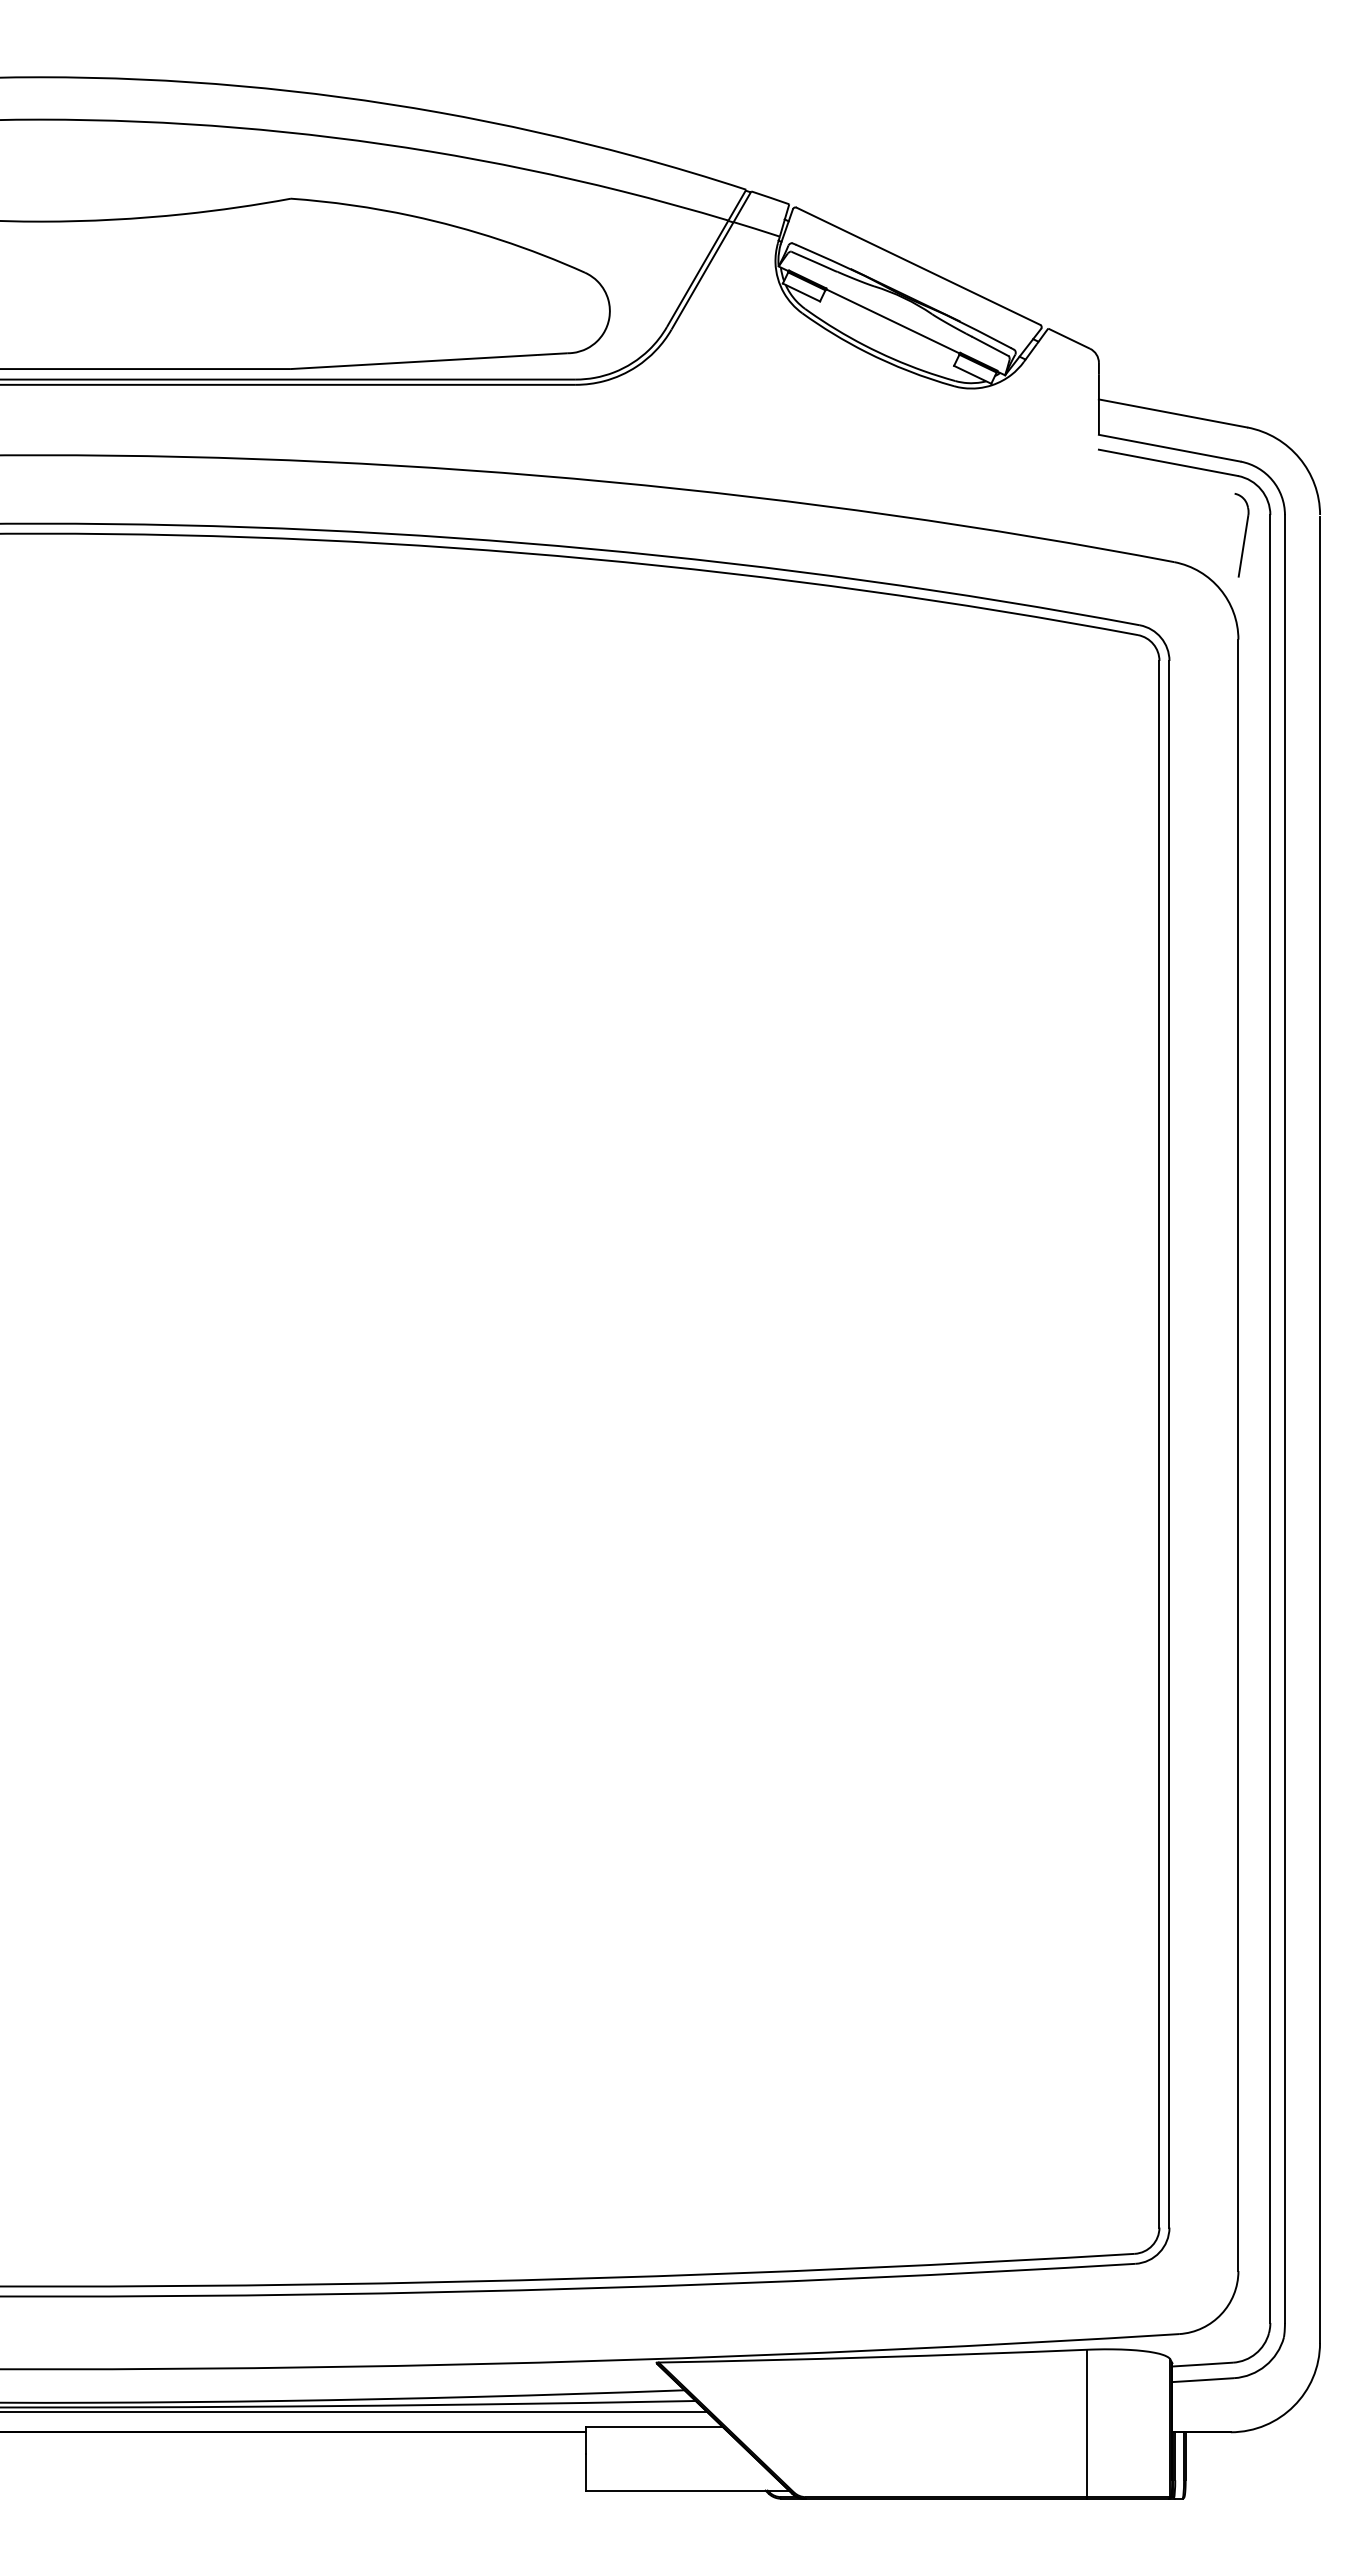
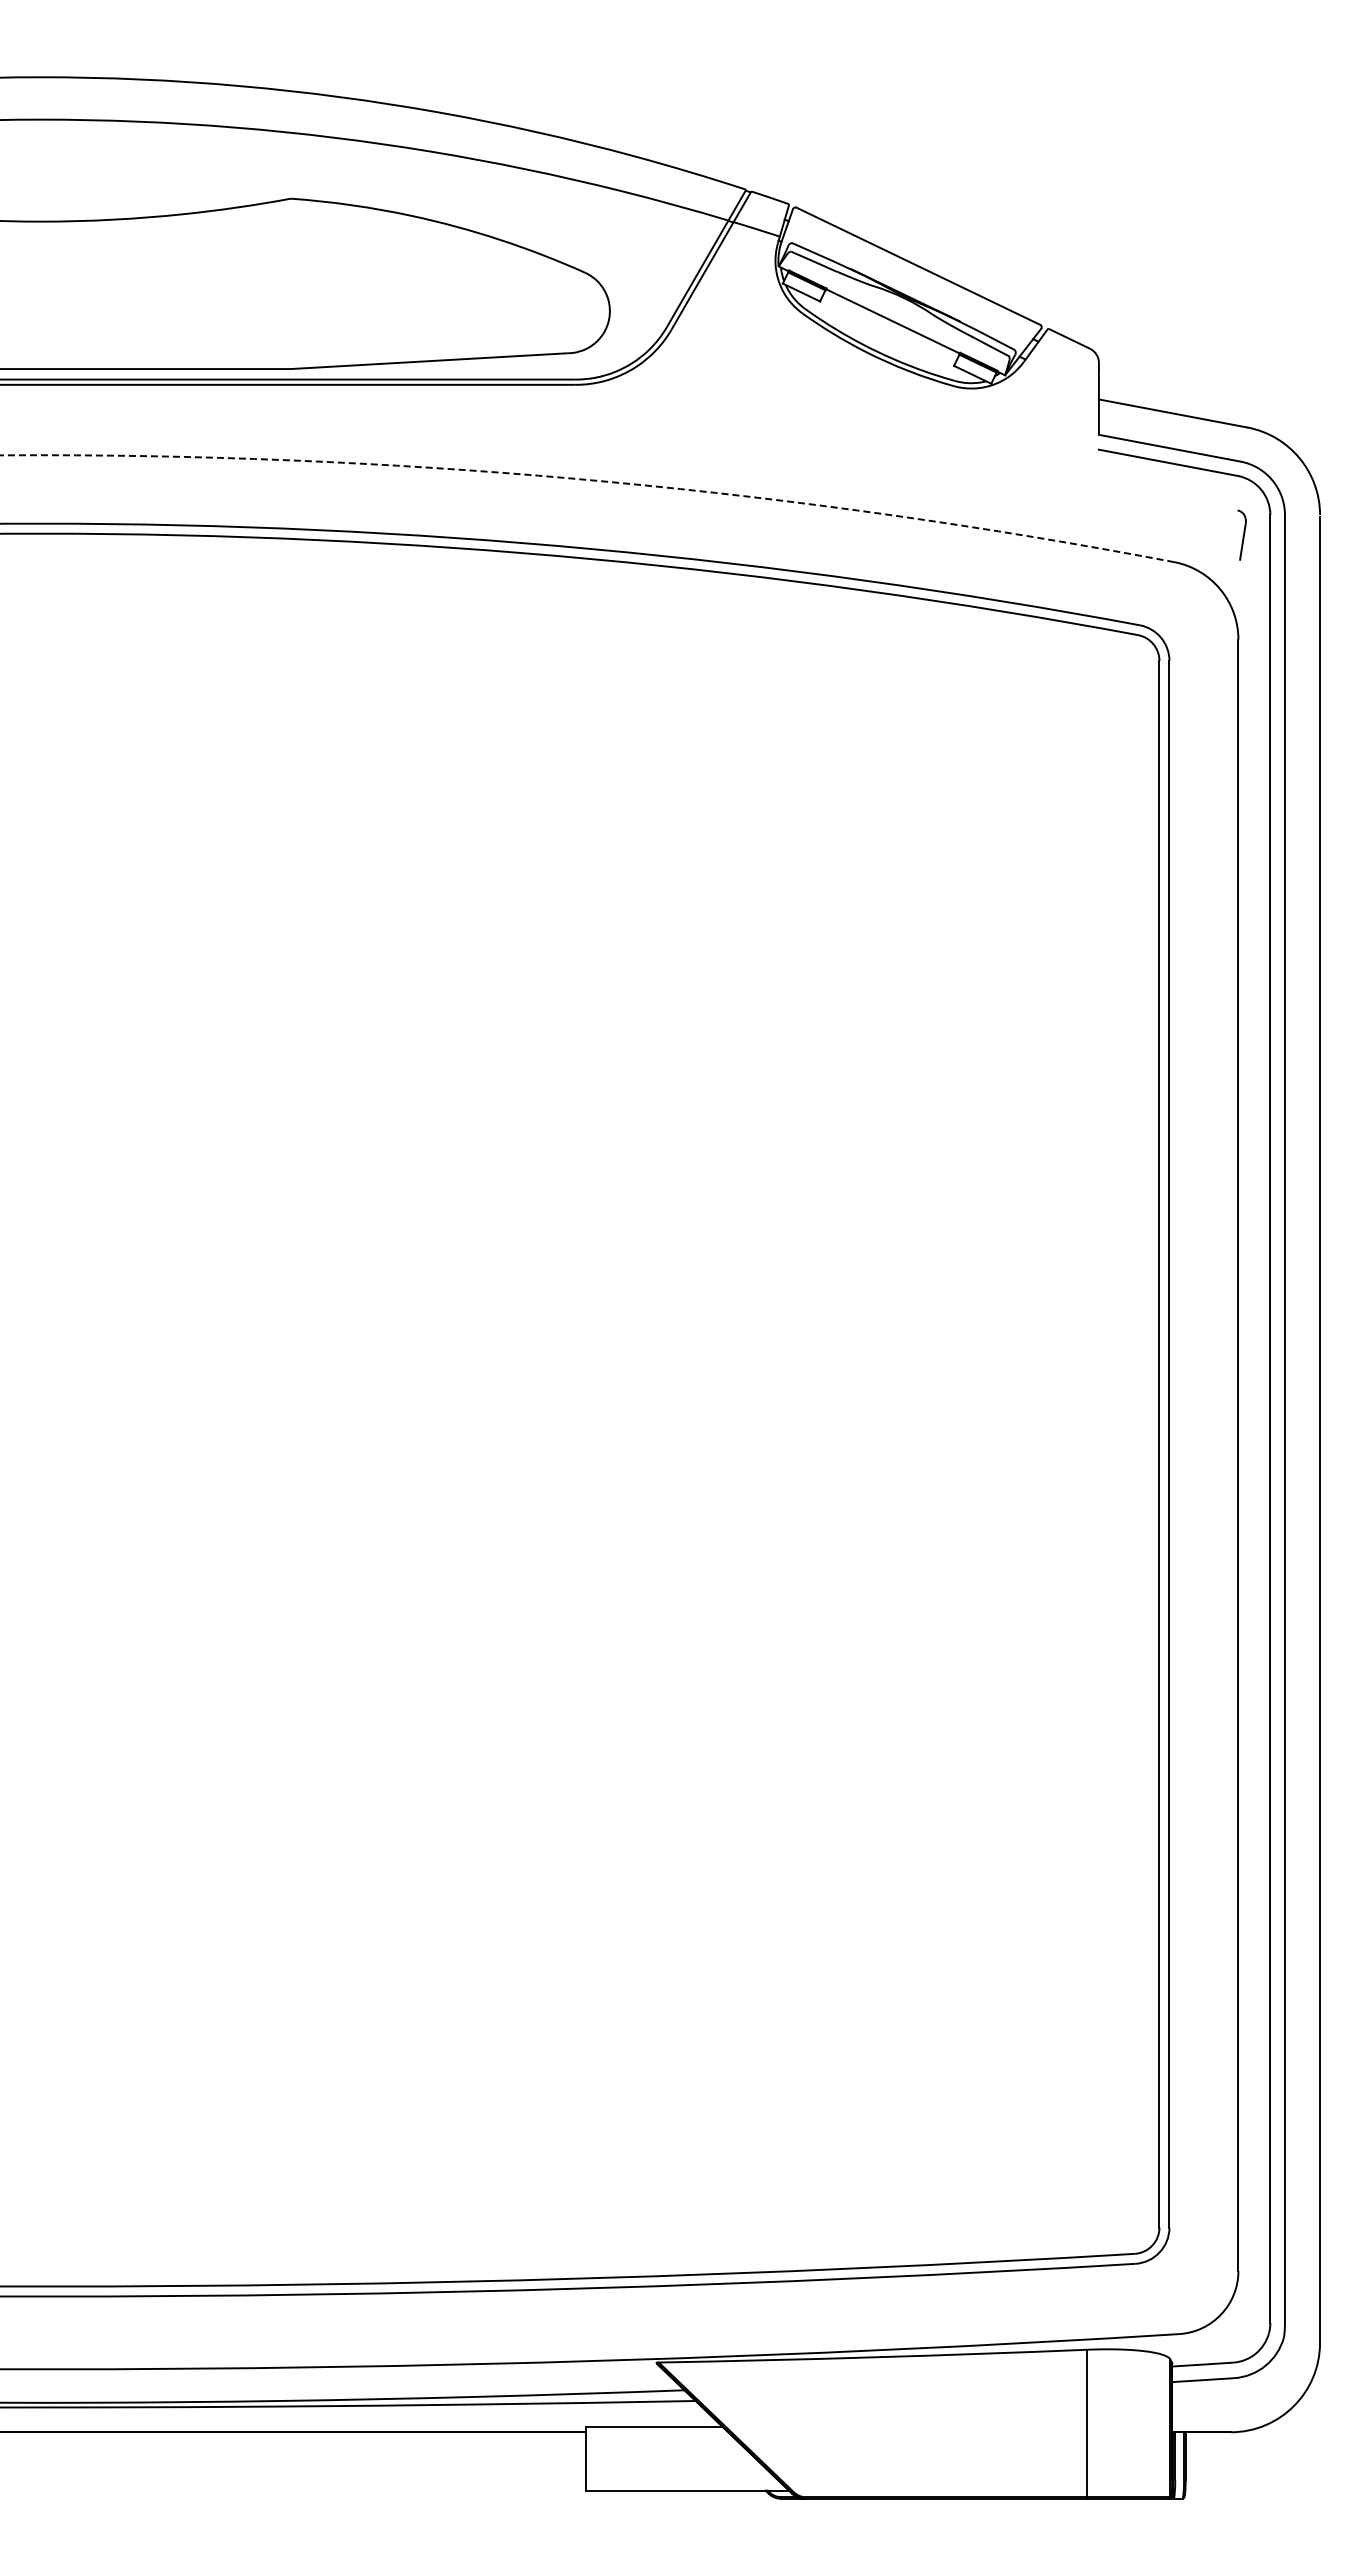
arc at (588, 480): solid -> dashed
part at (1241, 535) size: 16x85 px -> 10x52 px
line at (354, 2412): present -> none
